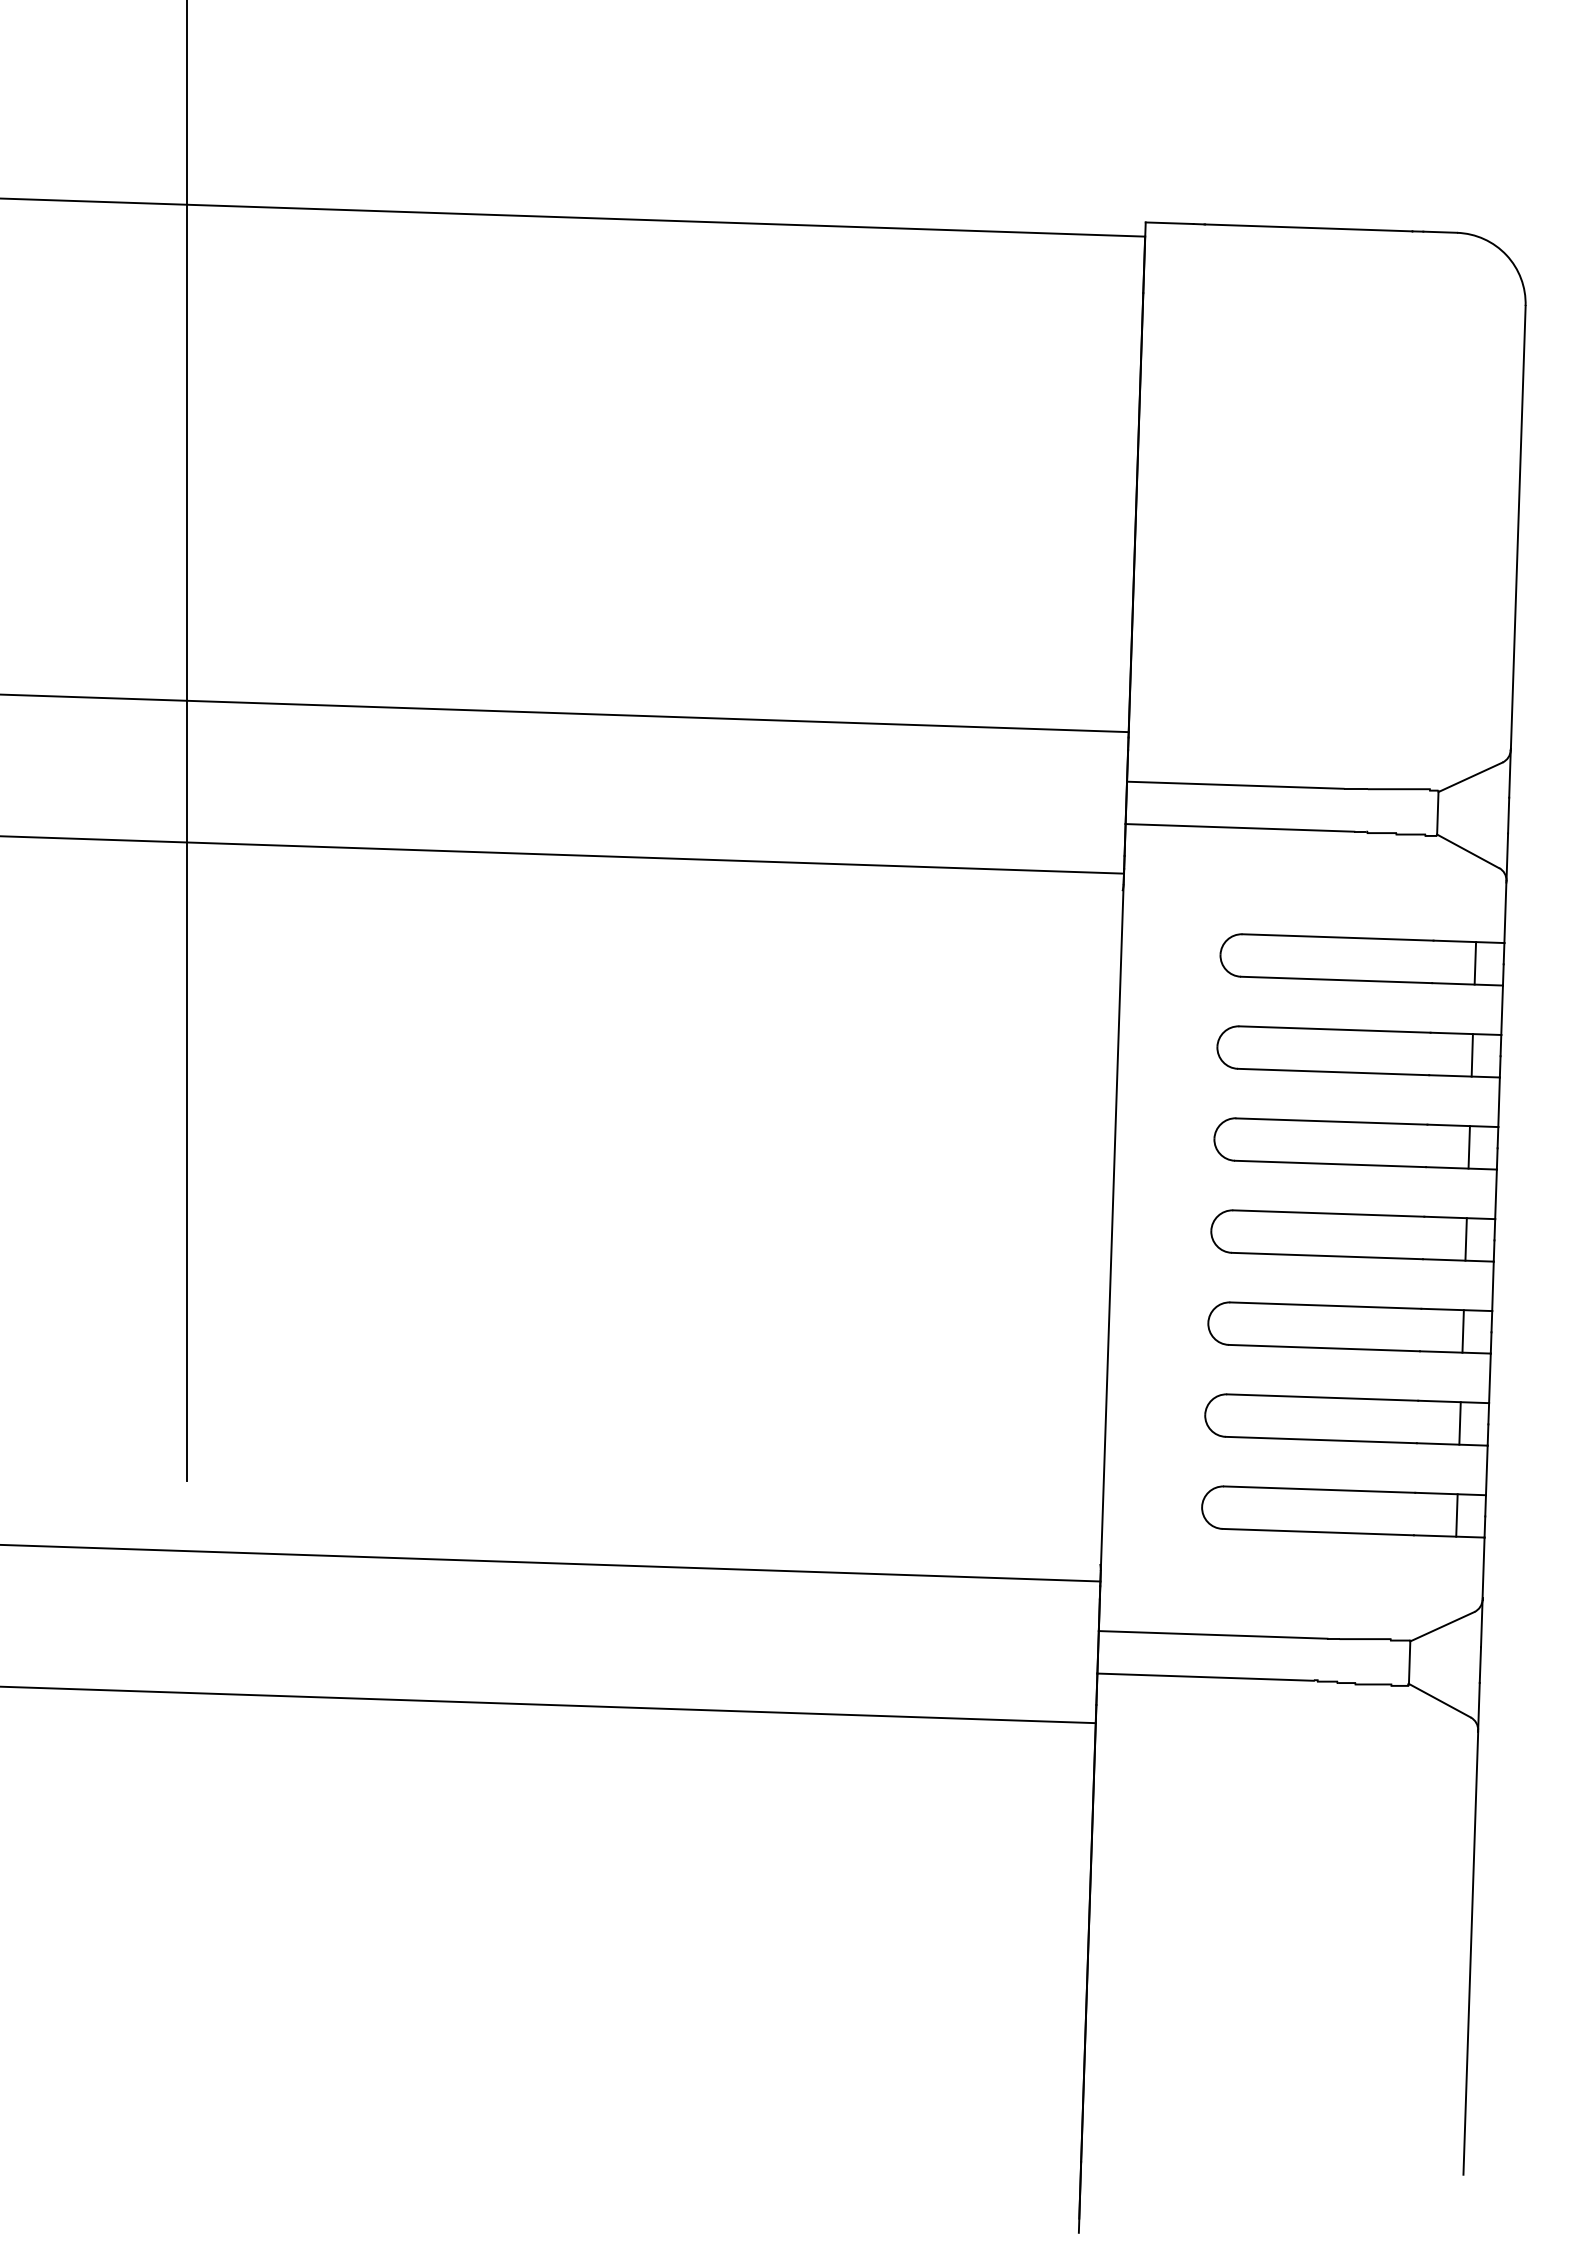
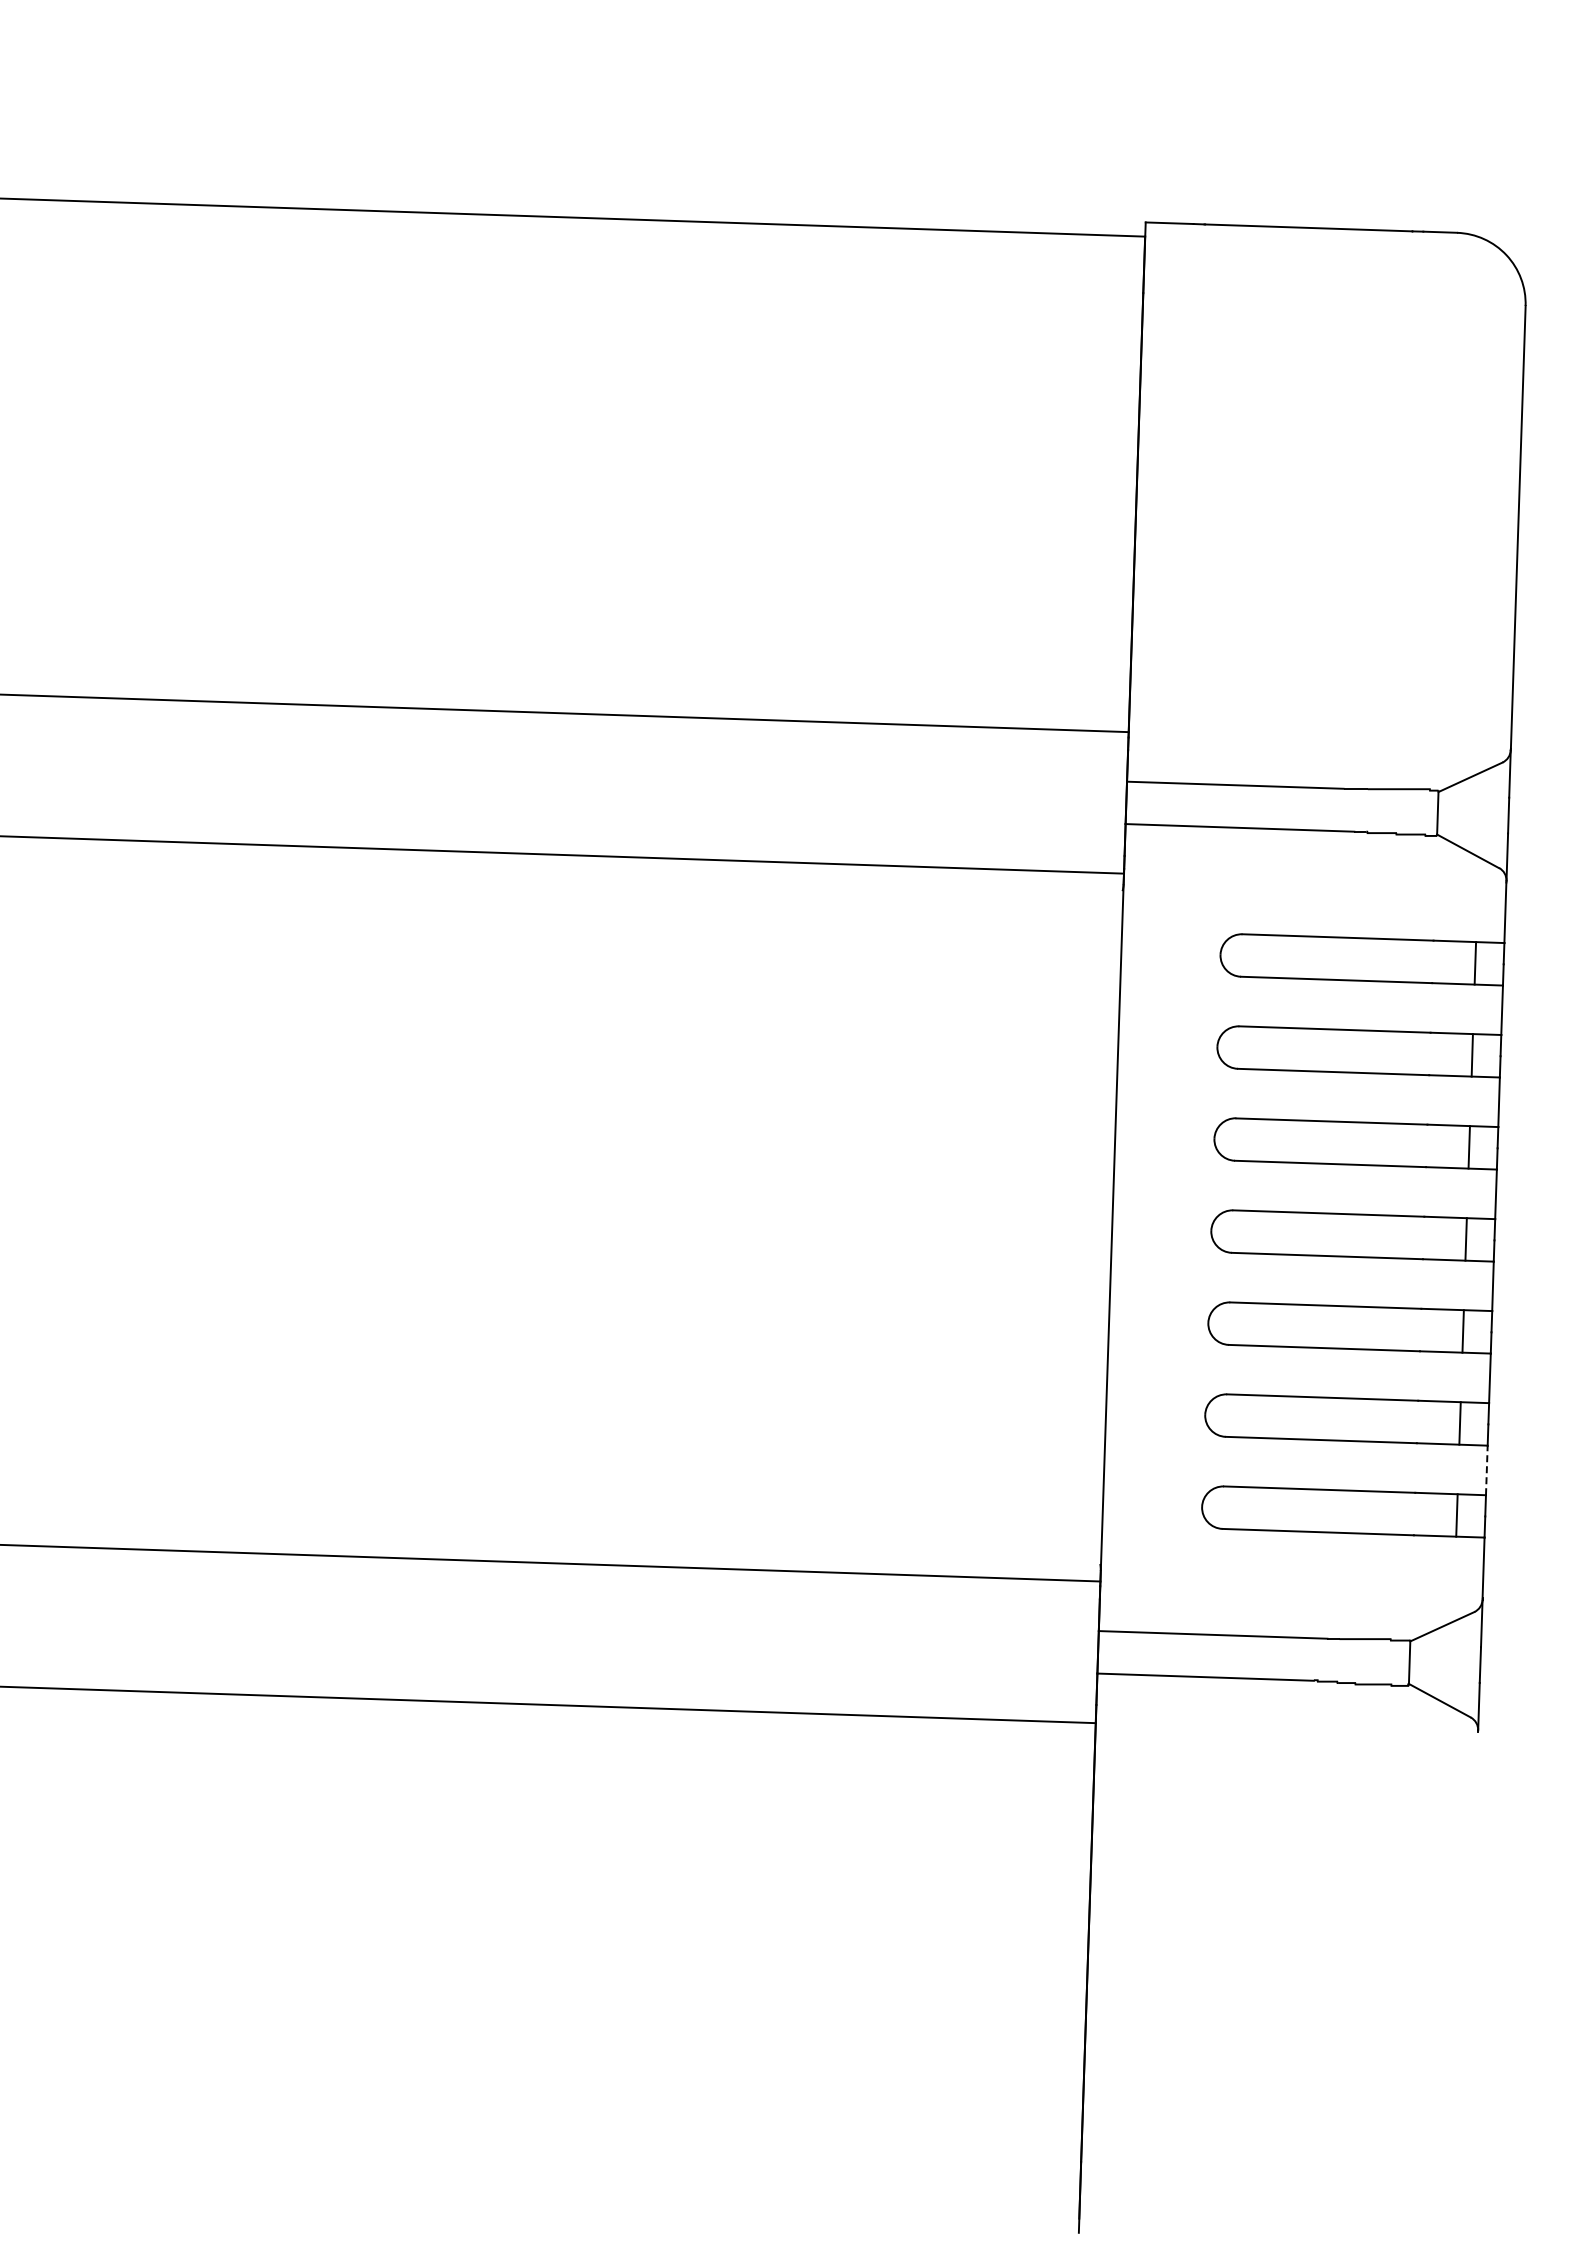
line at (187, 741): present -> none
line at (1486, 1470): solid -> dashed
line at (1470, 1952): present -> none
